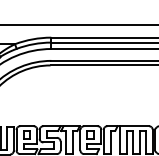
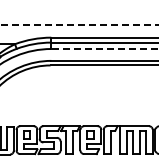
line at (79, 24): solid -> dashed
line at (104, 49): solid -> dashed
